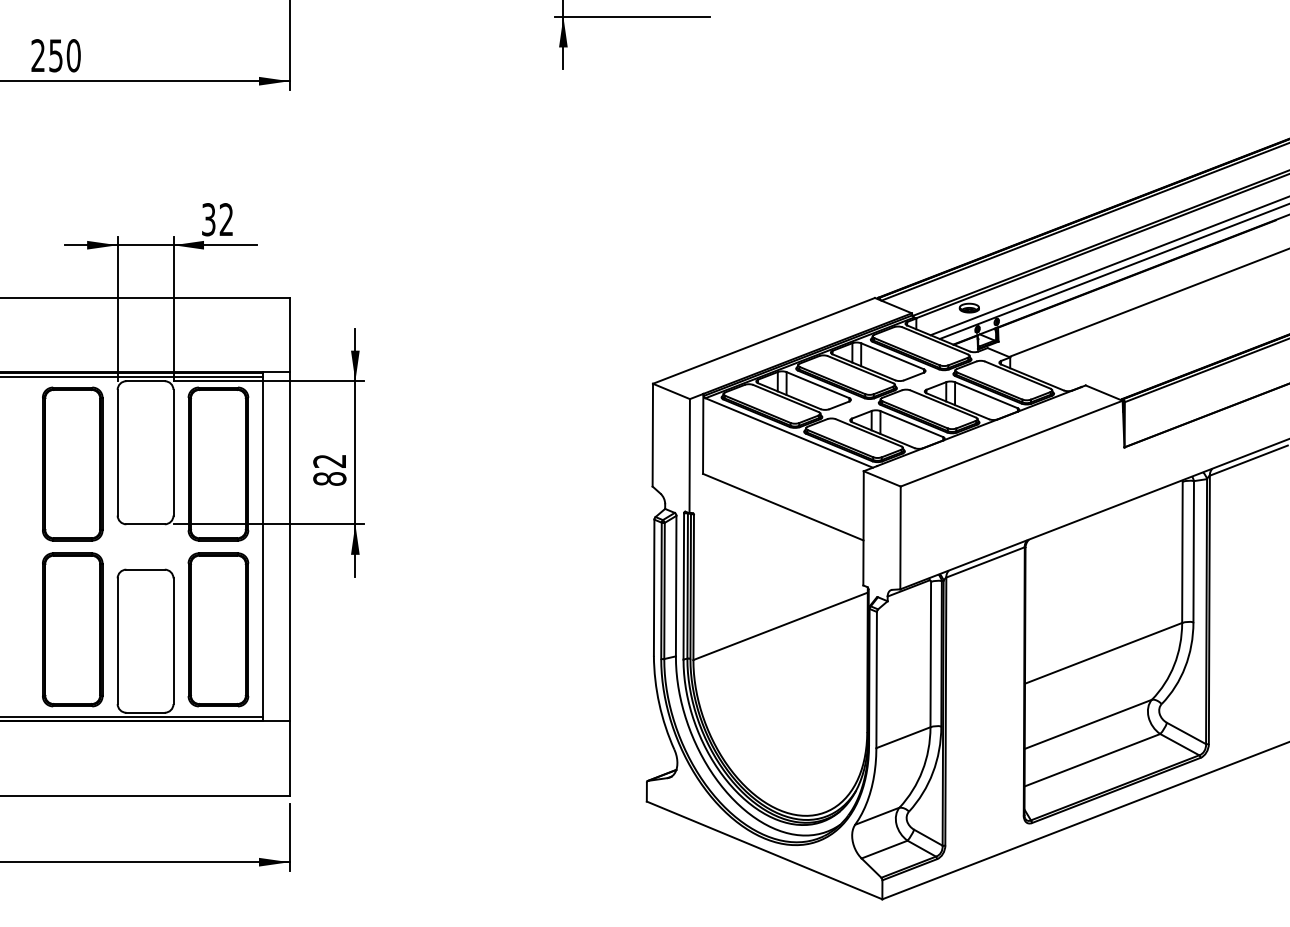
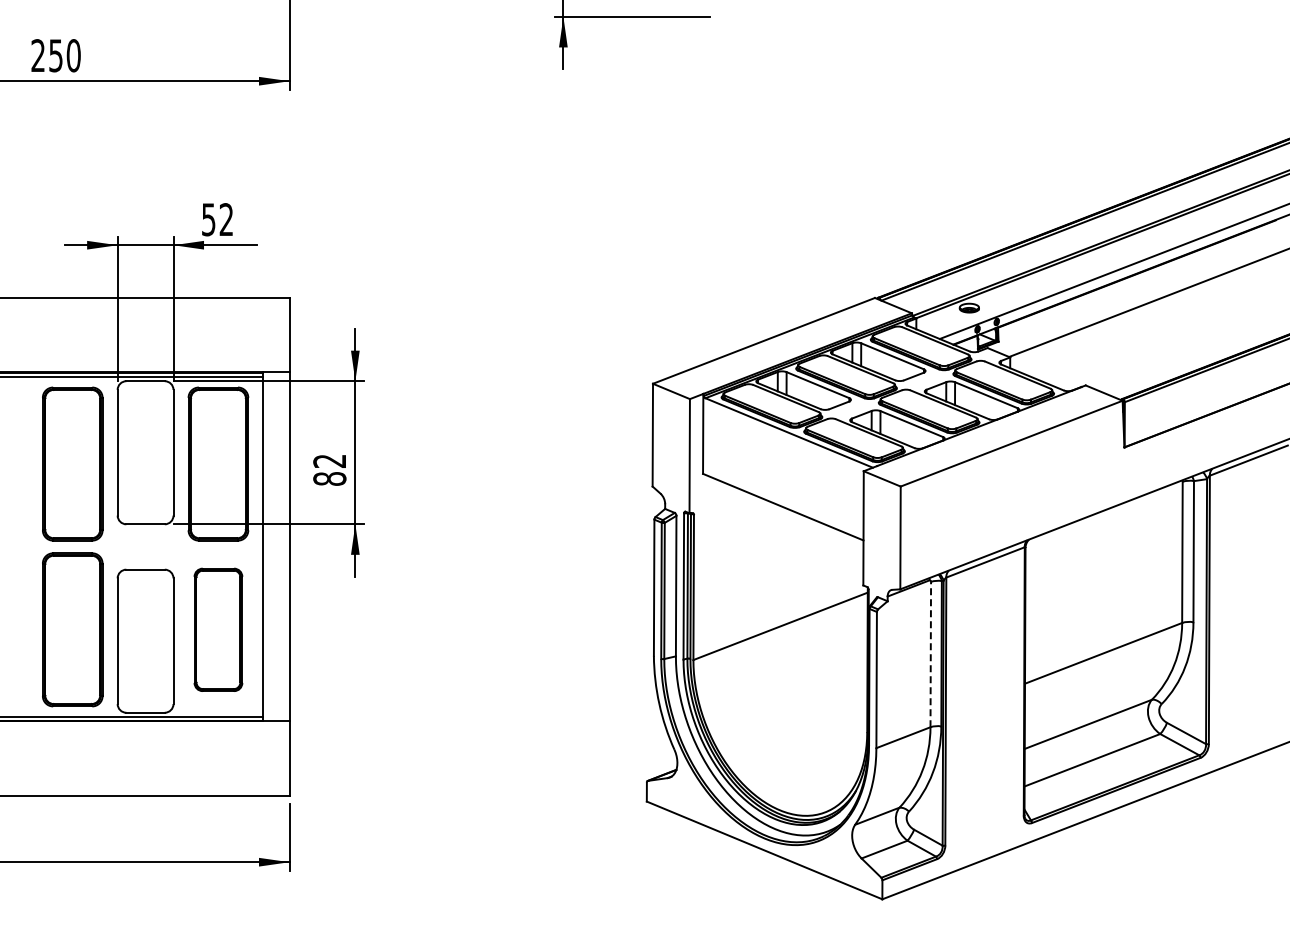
text at (208, 219): 32 -> 52
line at (1108, 266): present -> none
part at (218, 629) size: 63x156 px -> 51x125 px
line at (930, 654): solid -> dashed
